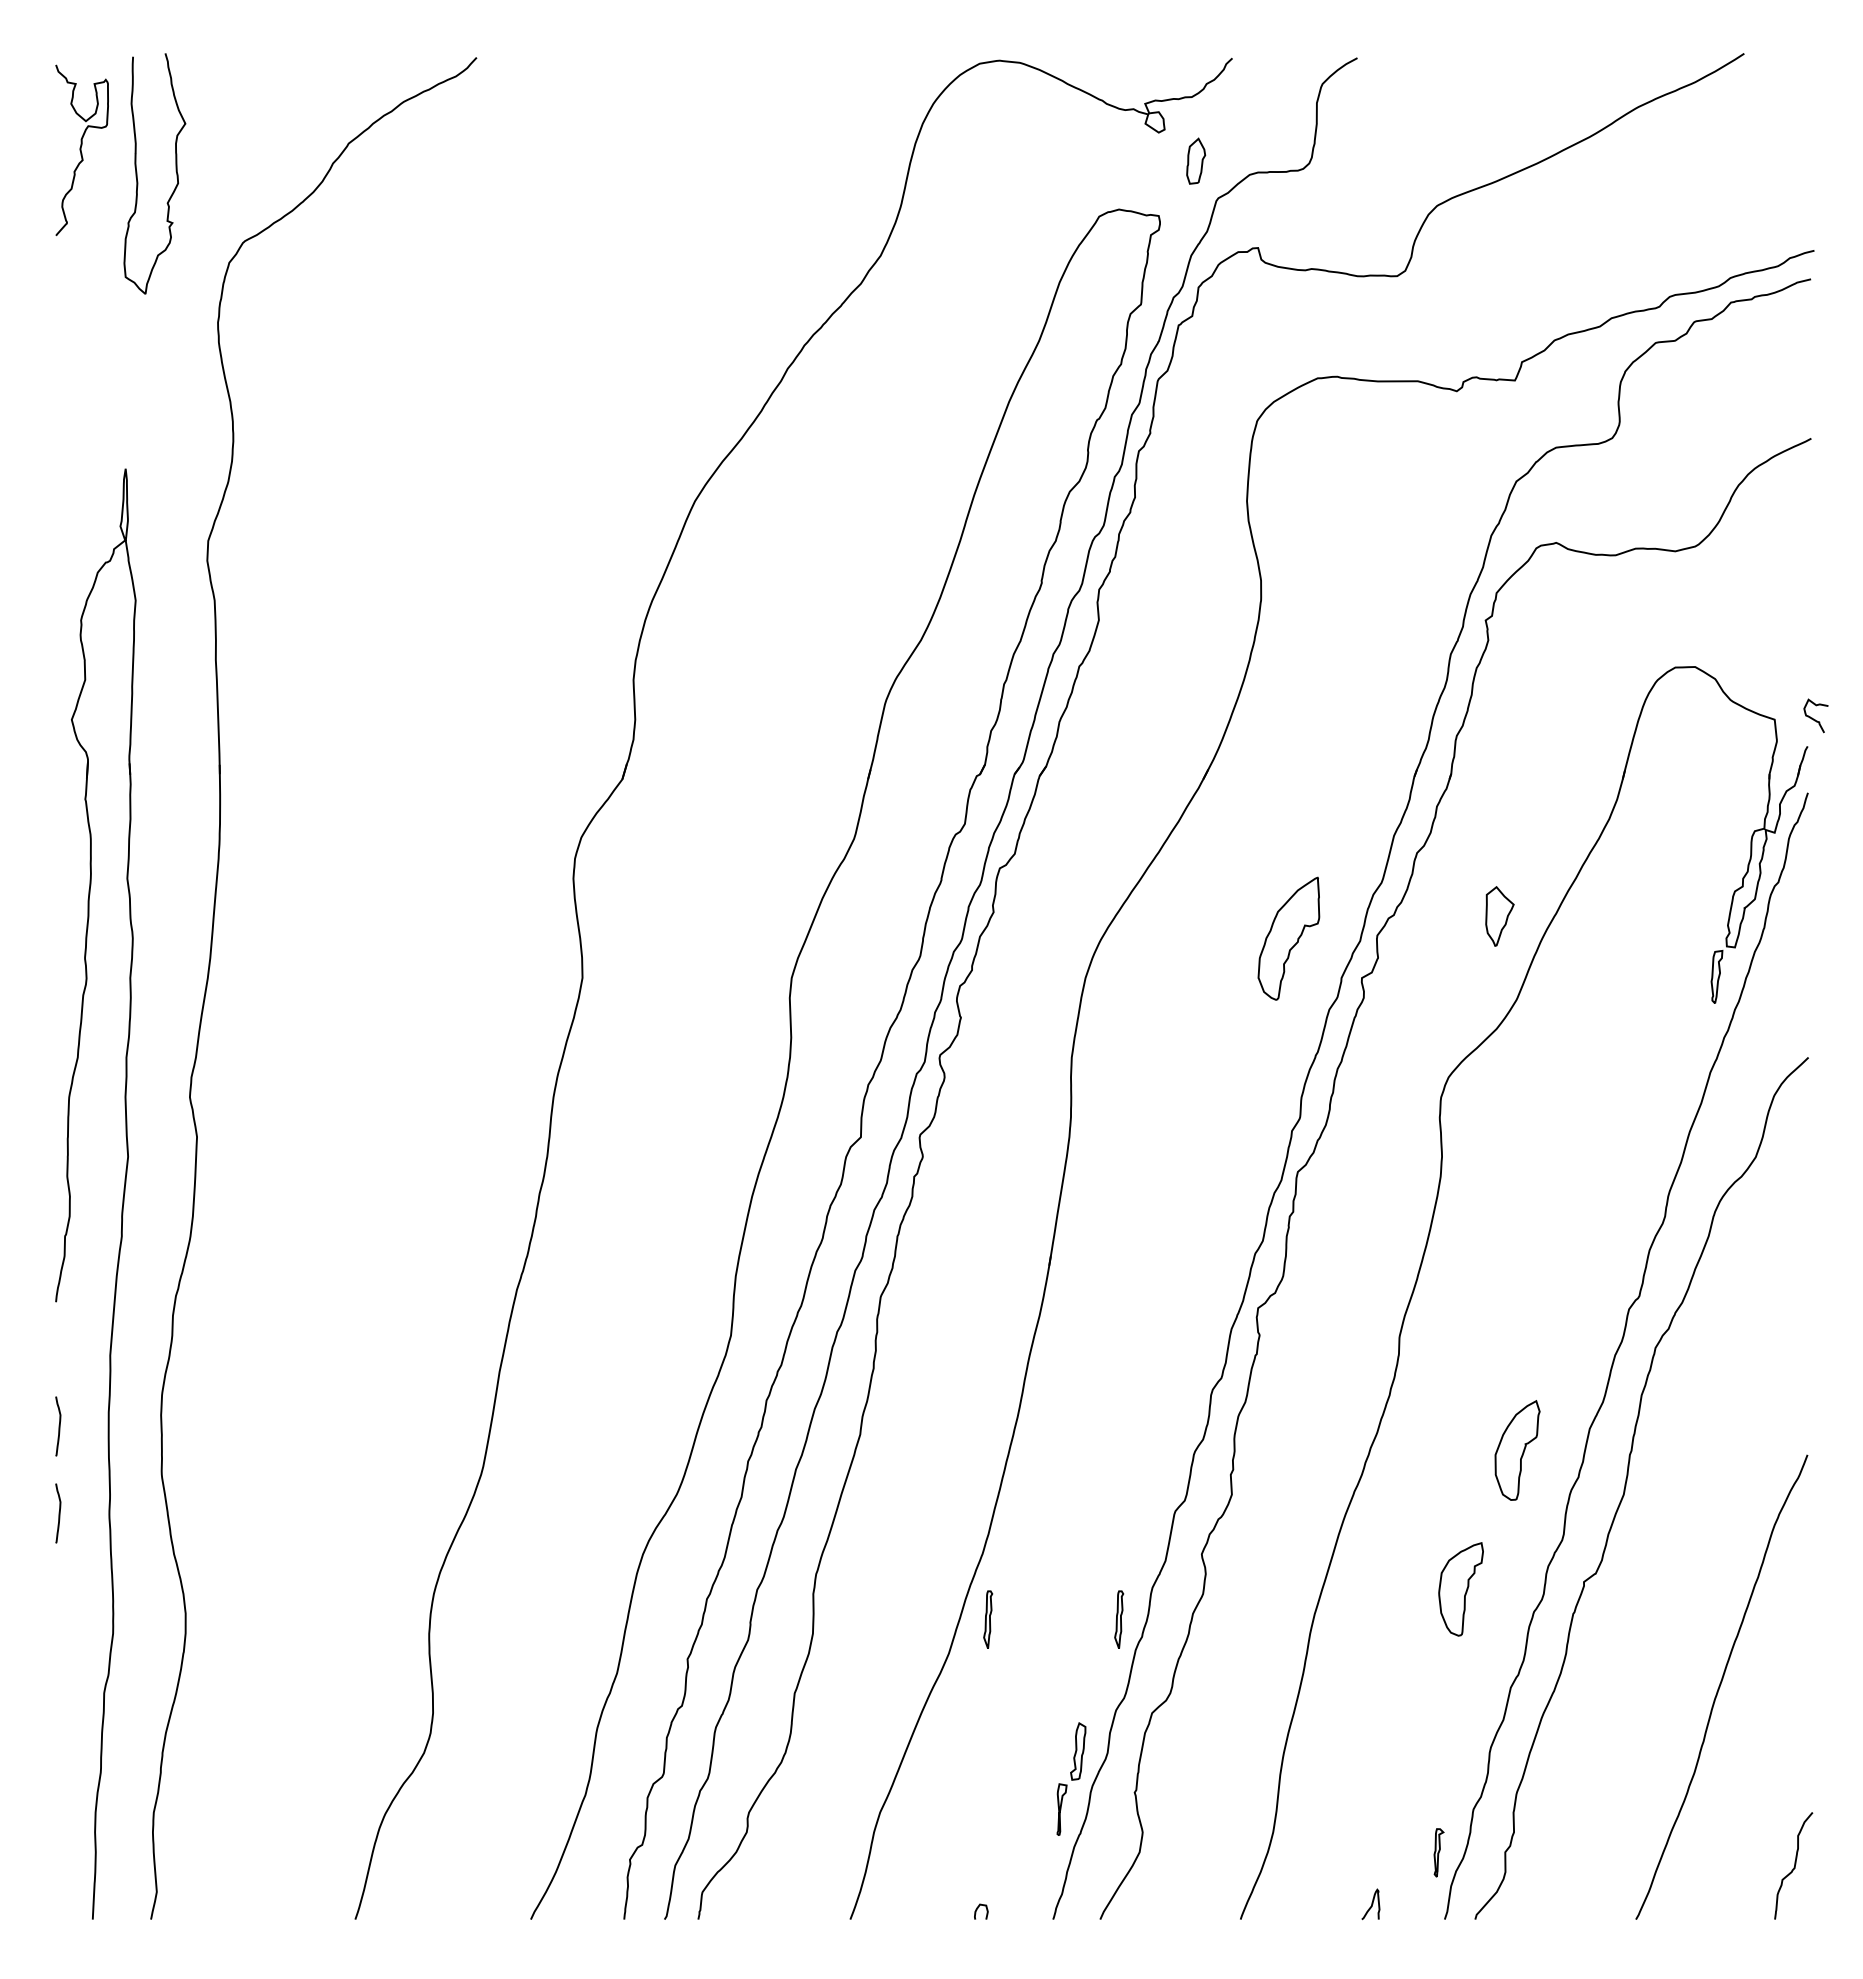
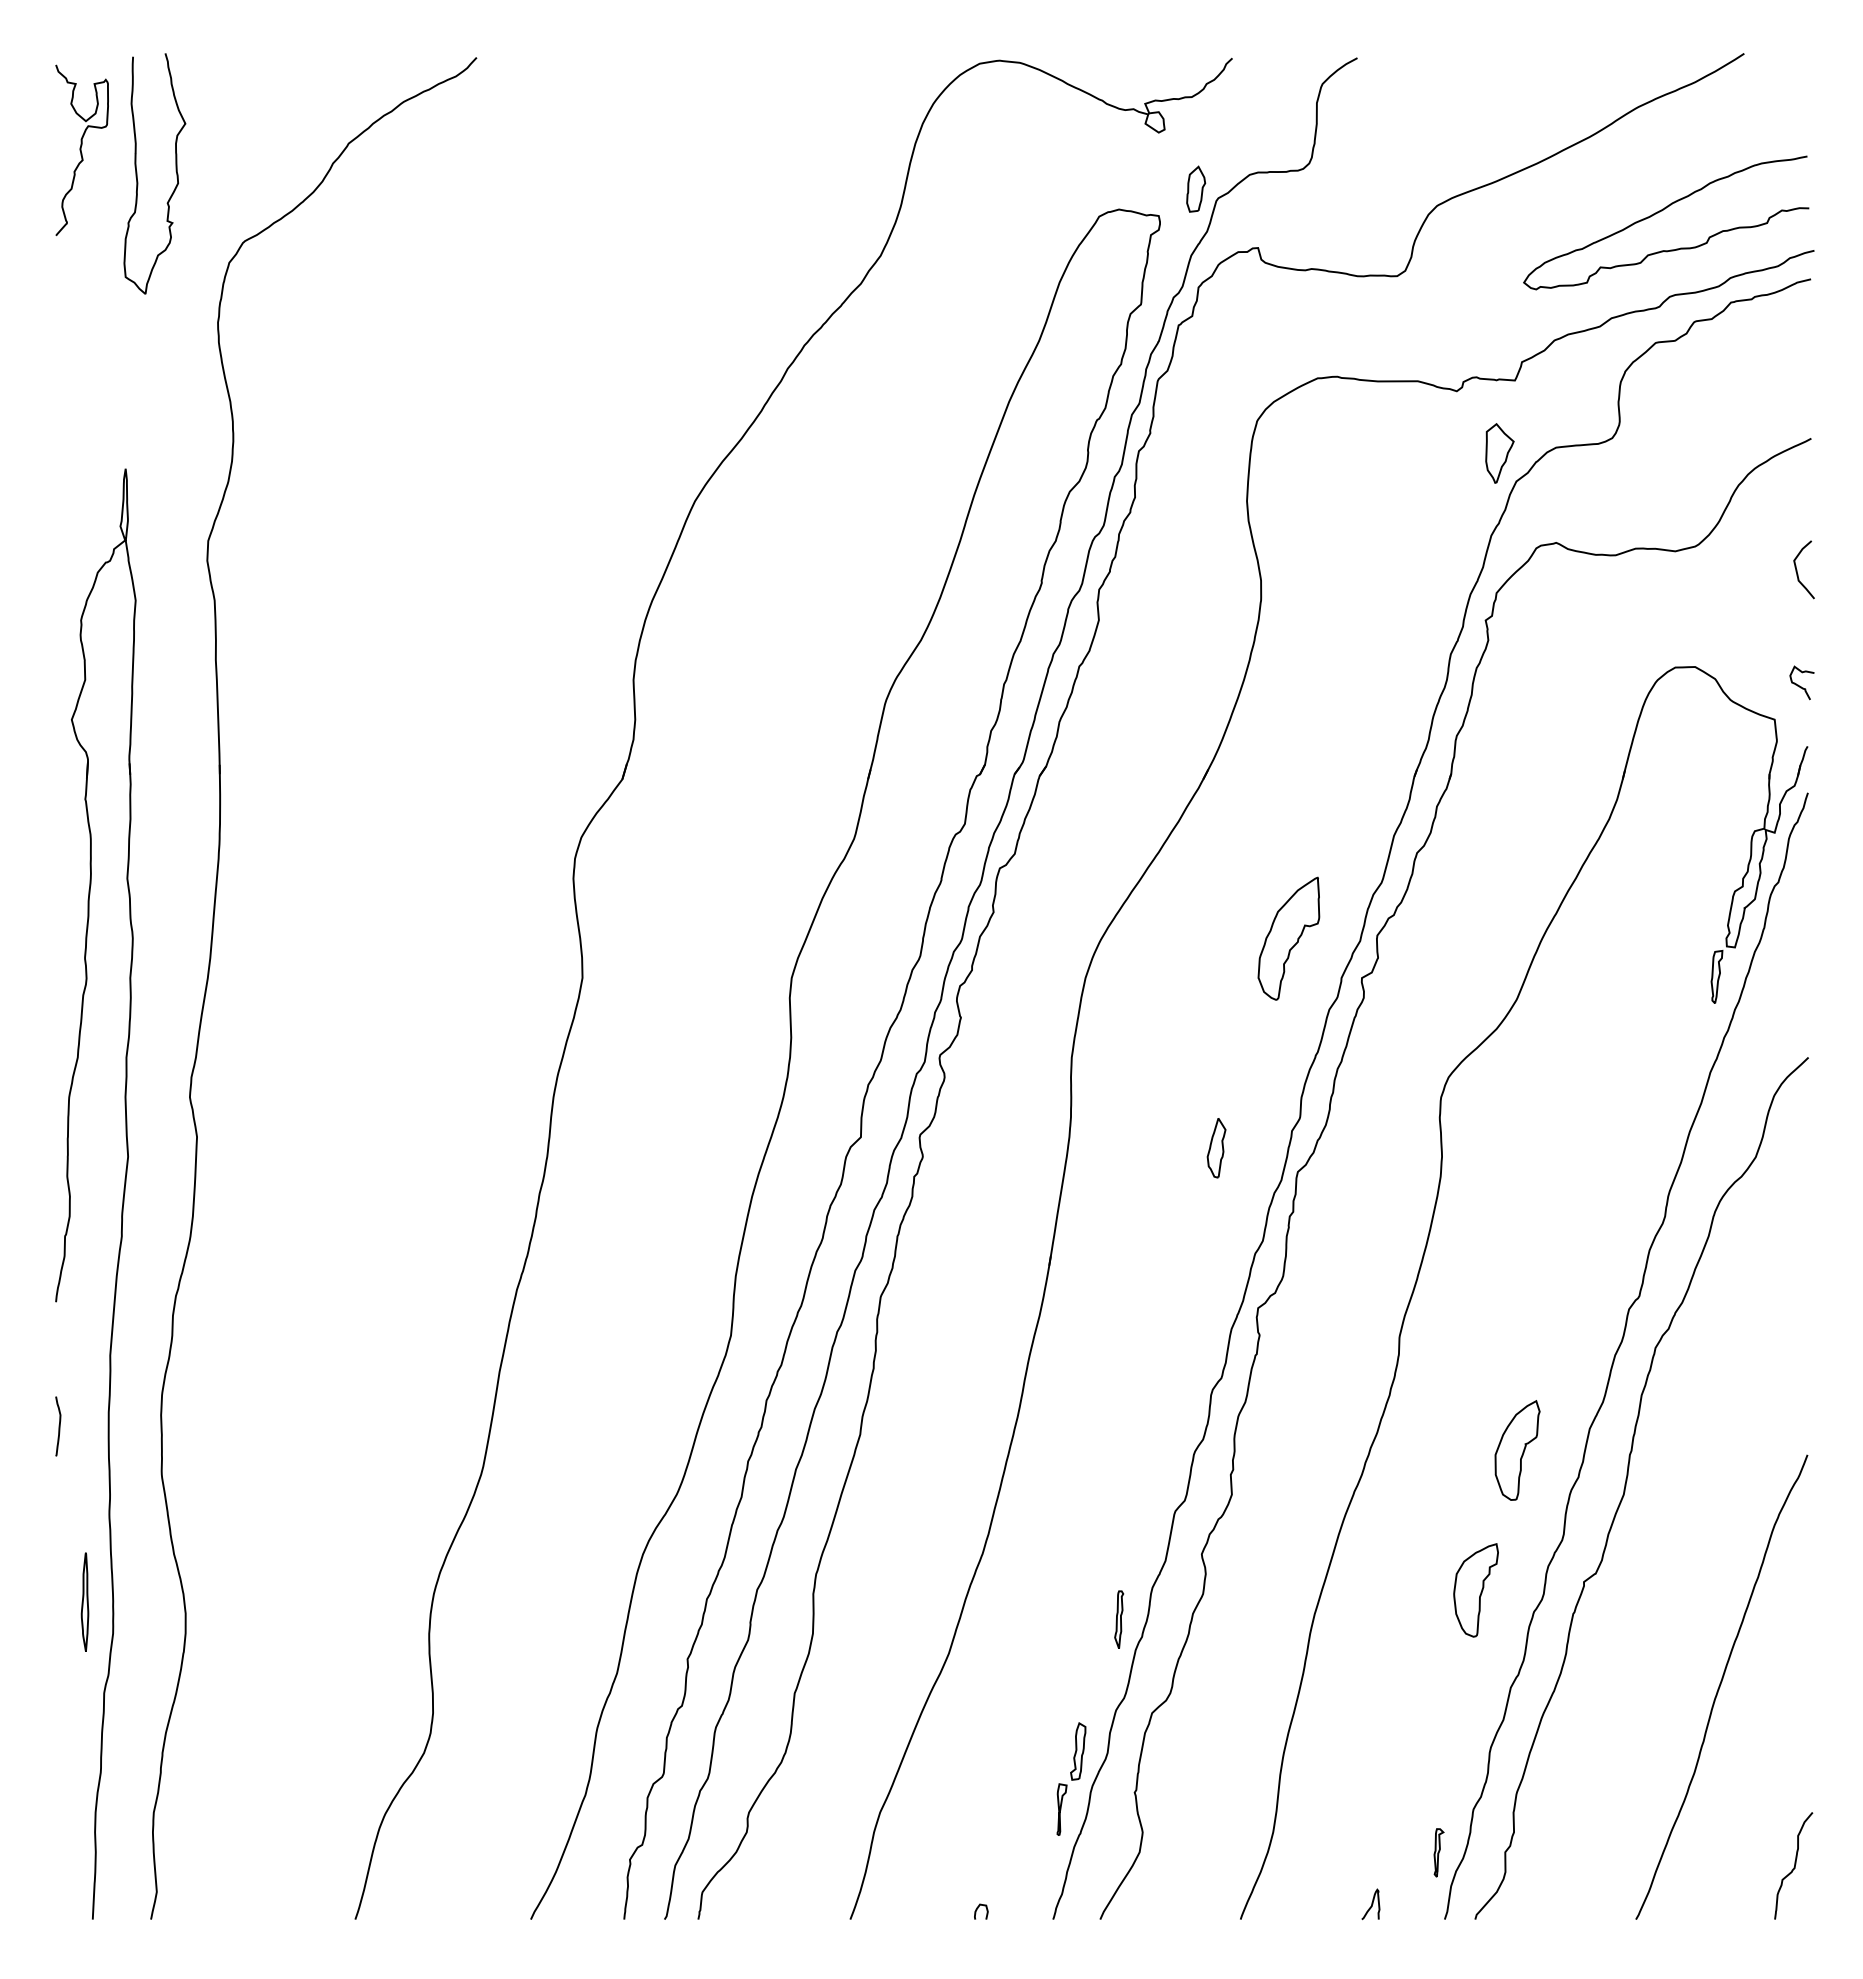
part at (1196, 160) position: (1196, 160) -> (1196, 188)
curve at (1660, 212): none -> present
curve at (1797, 569): none -> present
curve at (1812, 717) position: (1812, 717) -> (1798, 684)
part at (1499, 916) position: (1499, 916) -> (1499, 453)
part at (1216, 1148): none -> present
curve at (58, 1513): present -> none
part at (1460, 1589) position: (1460, 1589) -> (1475, 1590)
part at (84, 1601): none -> present
part at (988, 1619): present -> none
